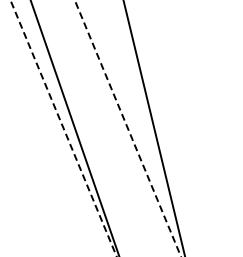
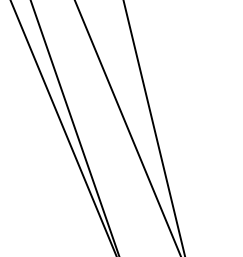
line at (63, 128): dashed -> solid
line at (128, 128): dashed -> solid
